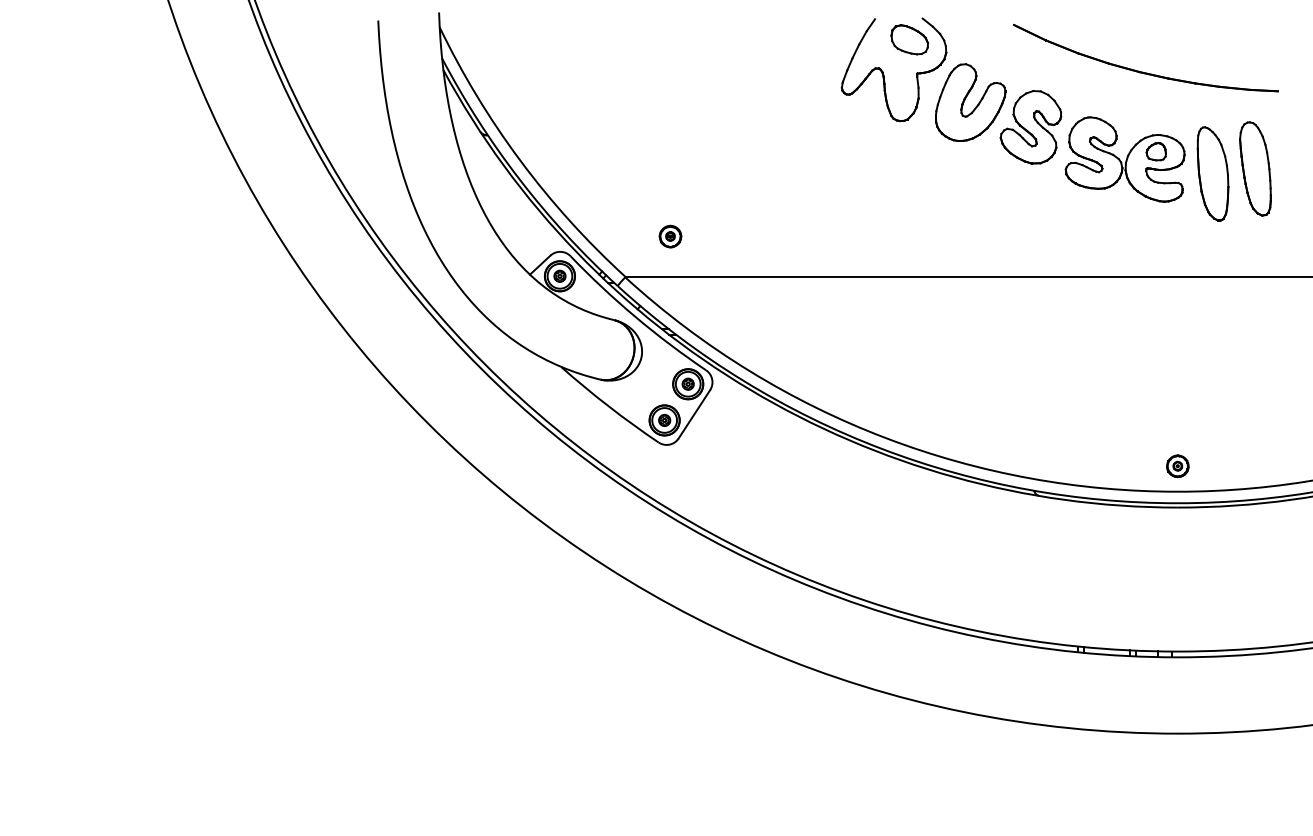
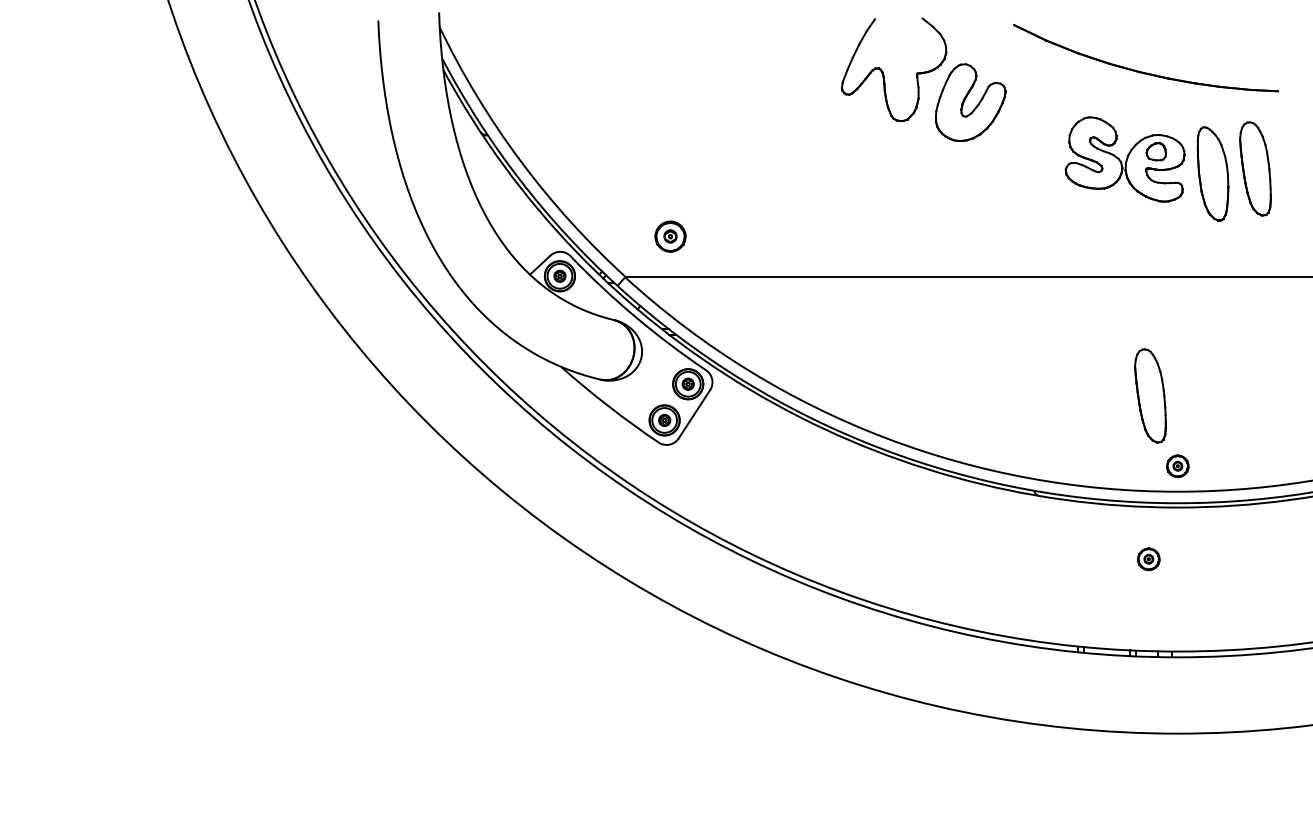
part at (909, 39): present -> none
part at (1030, 127): present -> none
part at (670, 236) size: 25x25 px -> 33x33 px
part at (1150, 395): none -> present
part at (1148, 559): none -> present
